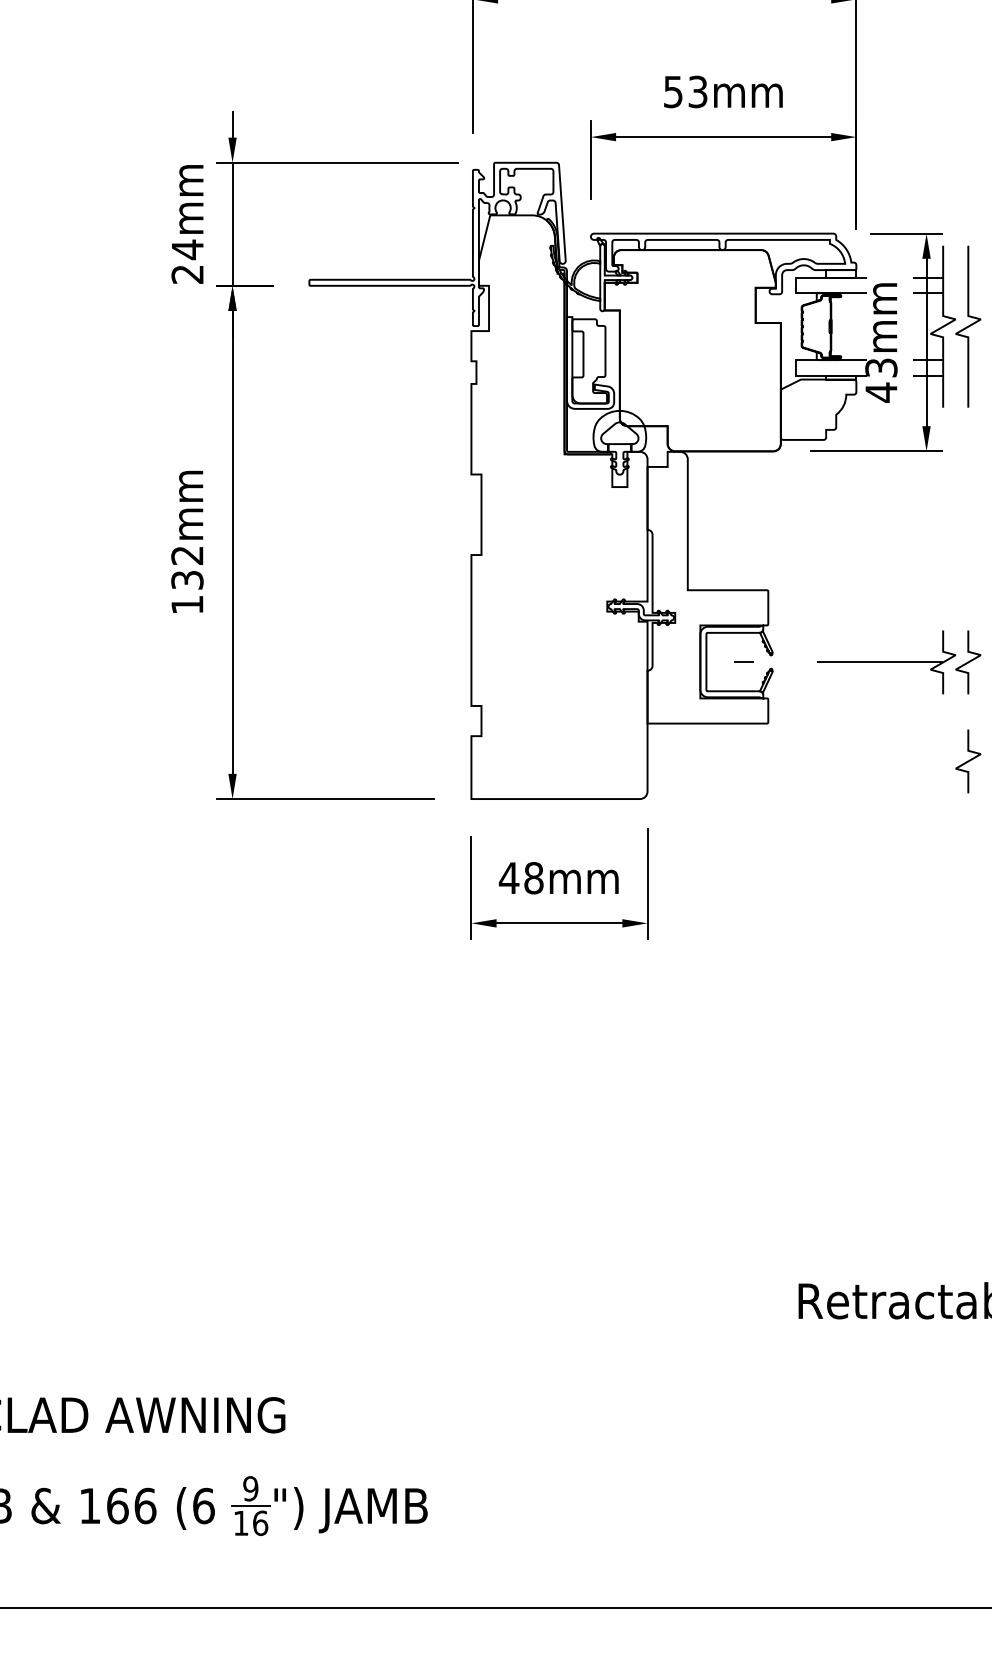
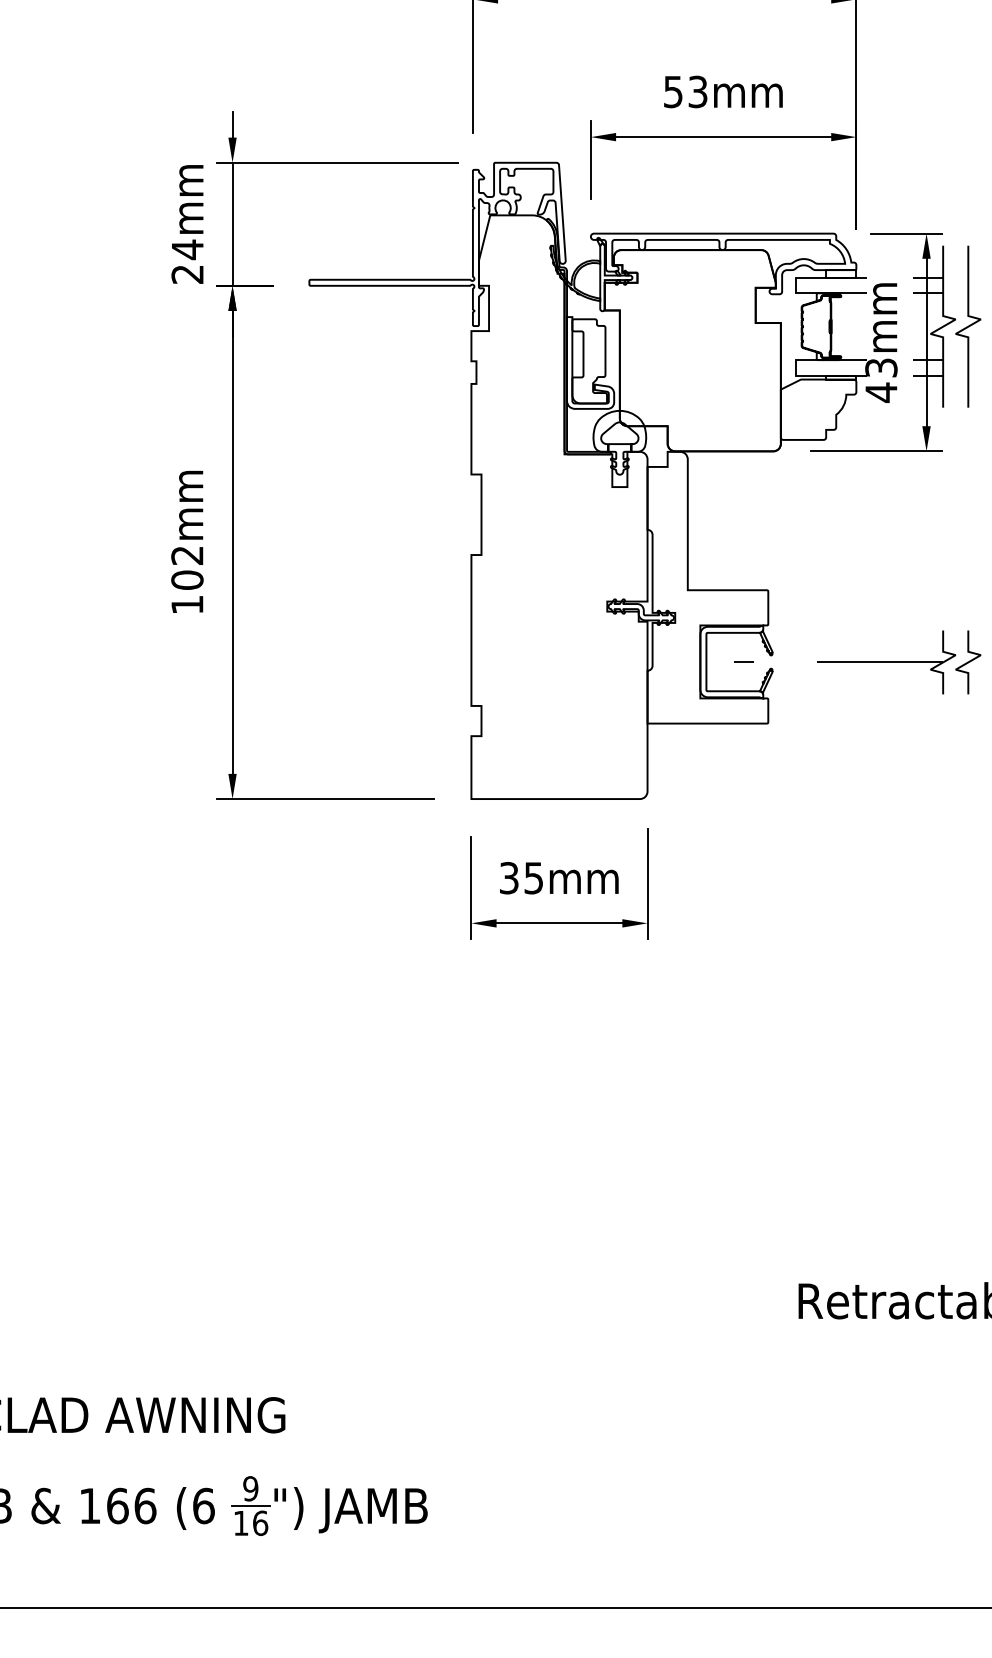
text at (187, 579): 132mm -> 102mm
curve at (968, 761): present -> none
text at (520, 878): 48mm -> 35mm
